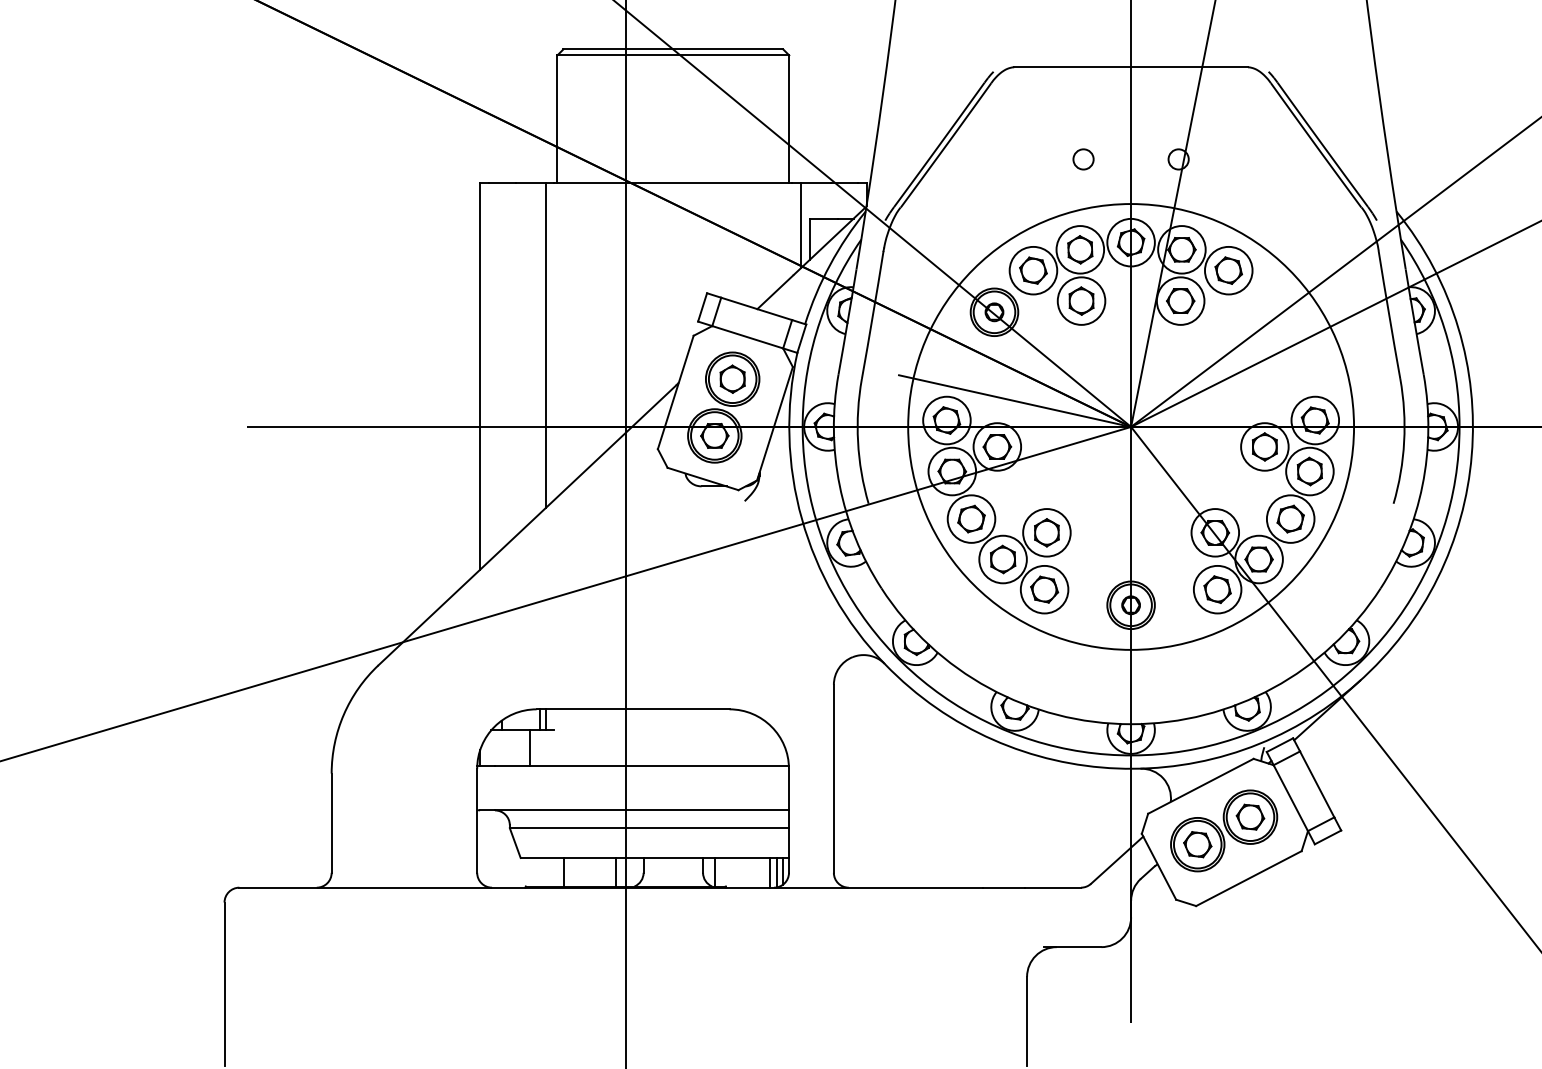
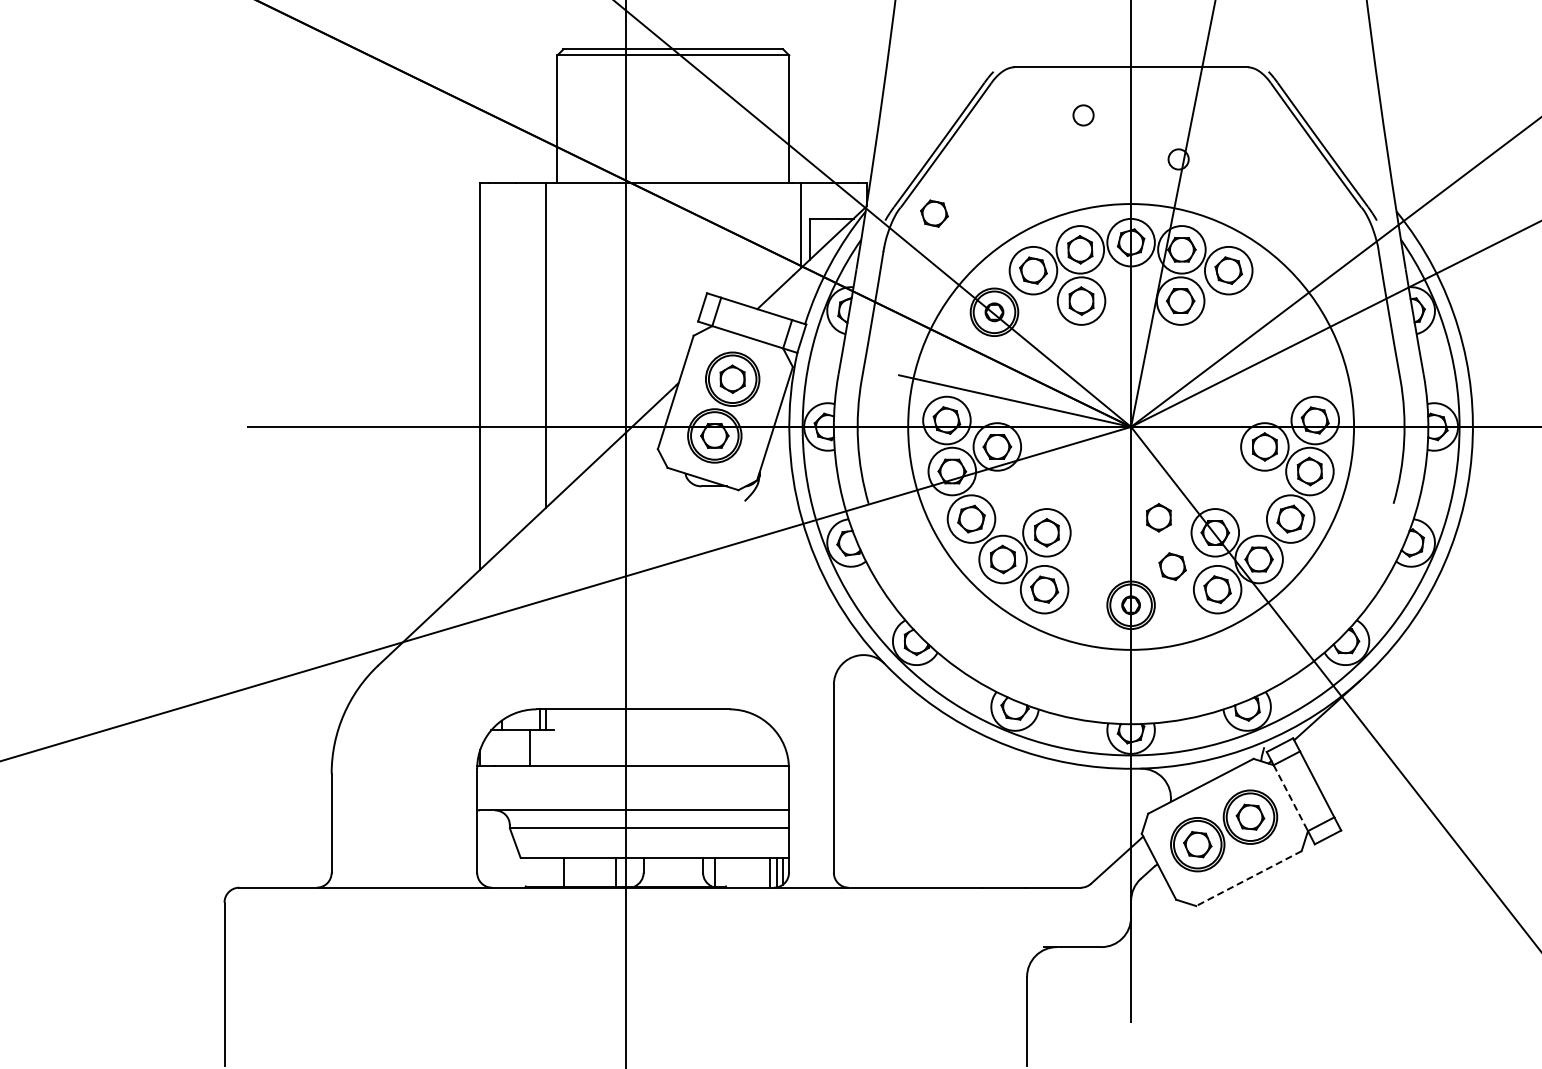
circle at (1083, 159) position: (1083, 159) -> (1083, 115)
part at (934, 213): none -> present
part at (1158, 517): none -> present
part at (1172, 566): none -> present
line at (1291, 798): solid -> dashed
line at (1248, 878): solid -> dashed
